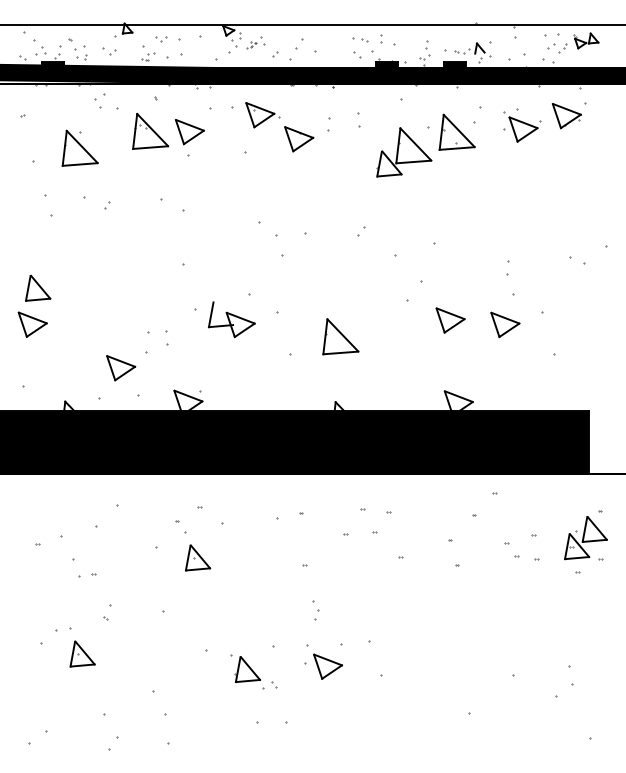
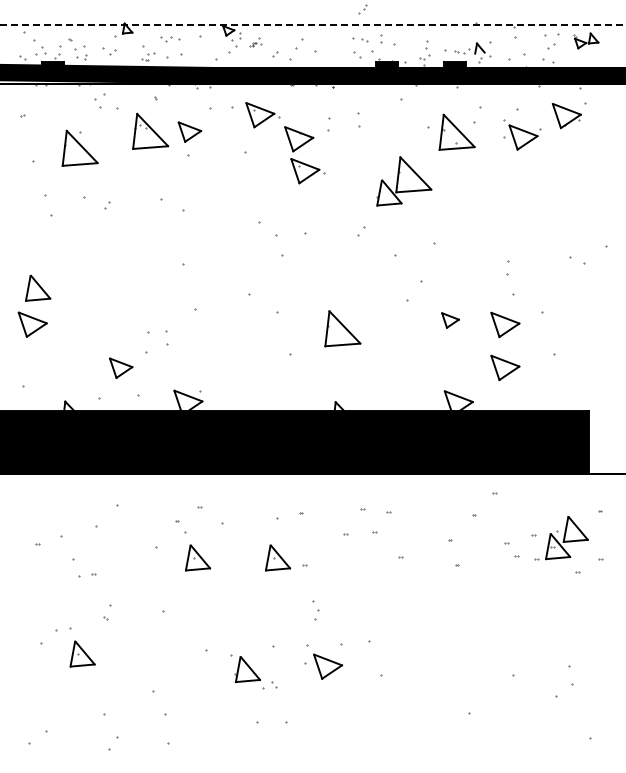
line at (313, 25): solid -> dashed
part at (161, 39) position: (161, 39) -> (166, 39)
part at (255, 42) size: 20x14 px -> 14x11 px
part at (562, 48) position: (562, 48) -> (362, 9)
part at (522, 126) position: (522, 126) -> (522, 134)
part at (189, 132) size: 30x27 px -> 26x22 px
part at (404, 152) position: (404, 152) -> (404, 181)
part at (307, 171): none -> present
part at (231, 319): present -> none
part at (450, 320) size: 31x27 px -> 19x17 px
part at (340, 336) position: (340, 336) -> (342, 328)
part at (505, 367): none -> present
part at (121, 368) size: 31x27 px -> 25x22 px
part at (585, 538) position: (585, 538) -> (566, 538)
part at (278, 557): none -> present
